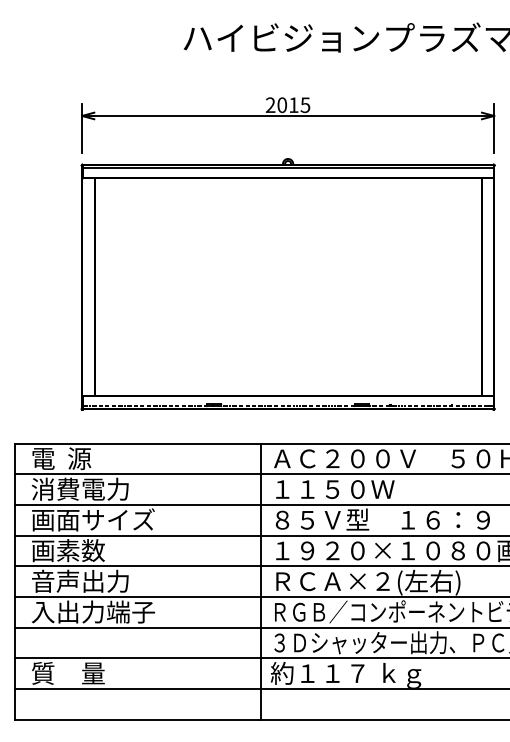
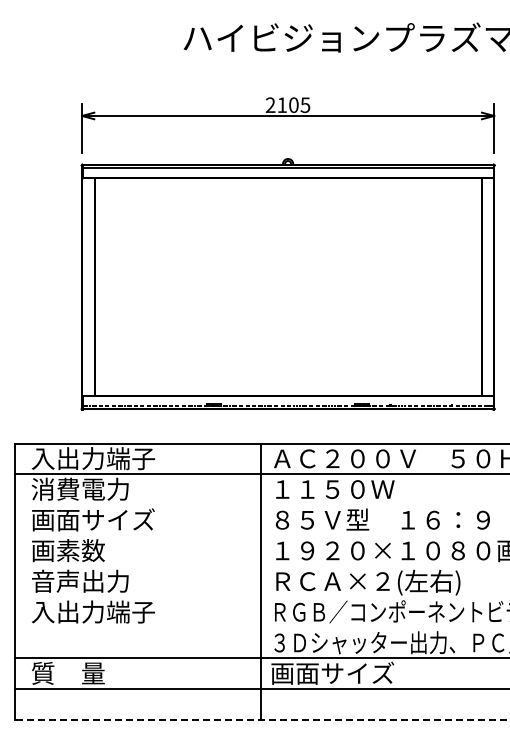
text at (287, 105): 2015 -> 2105
text at (92, 458): 電  源 -> 入出力端子
line at (260, 504): present -> none
line at (260, 535): present -> none
line at (260, 566): present -> none
line at (260, 596): present -> none
line at (260, 627): present -> none
text at (345, 674): 約１１７ ｋｇ -> 画面サイズ
line at (262, 719): solid -> dashed
